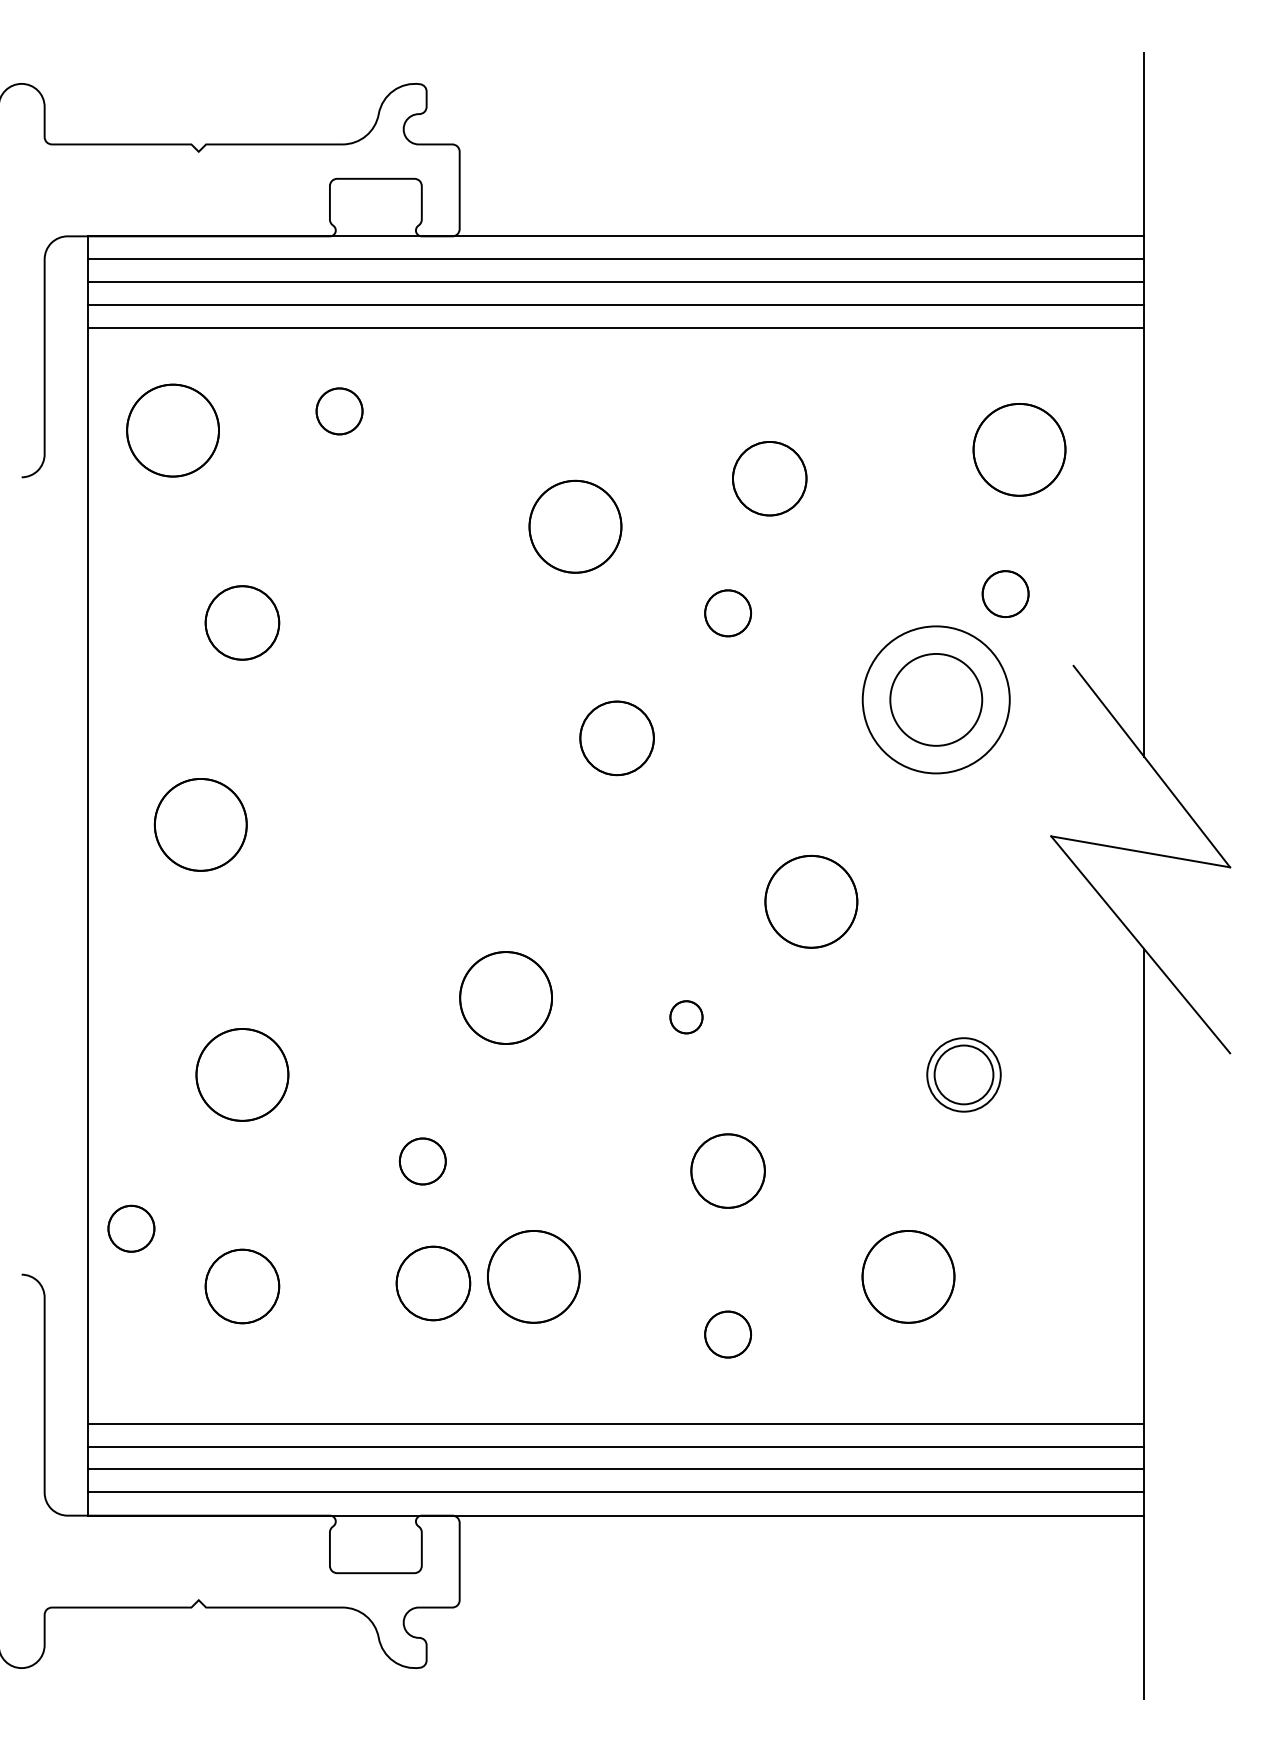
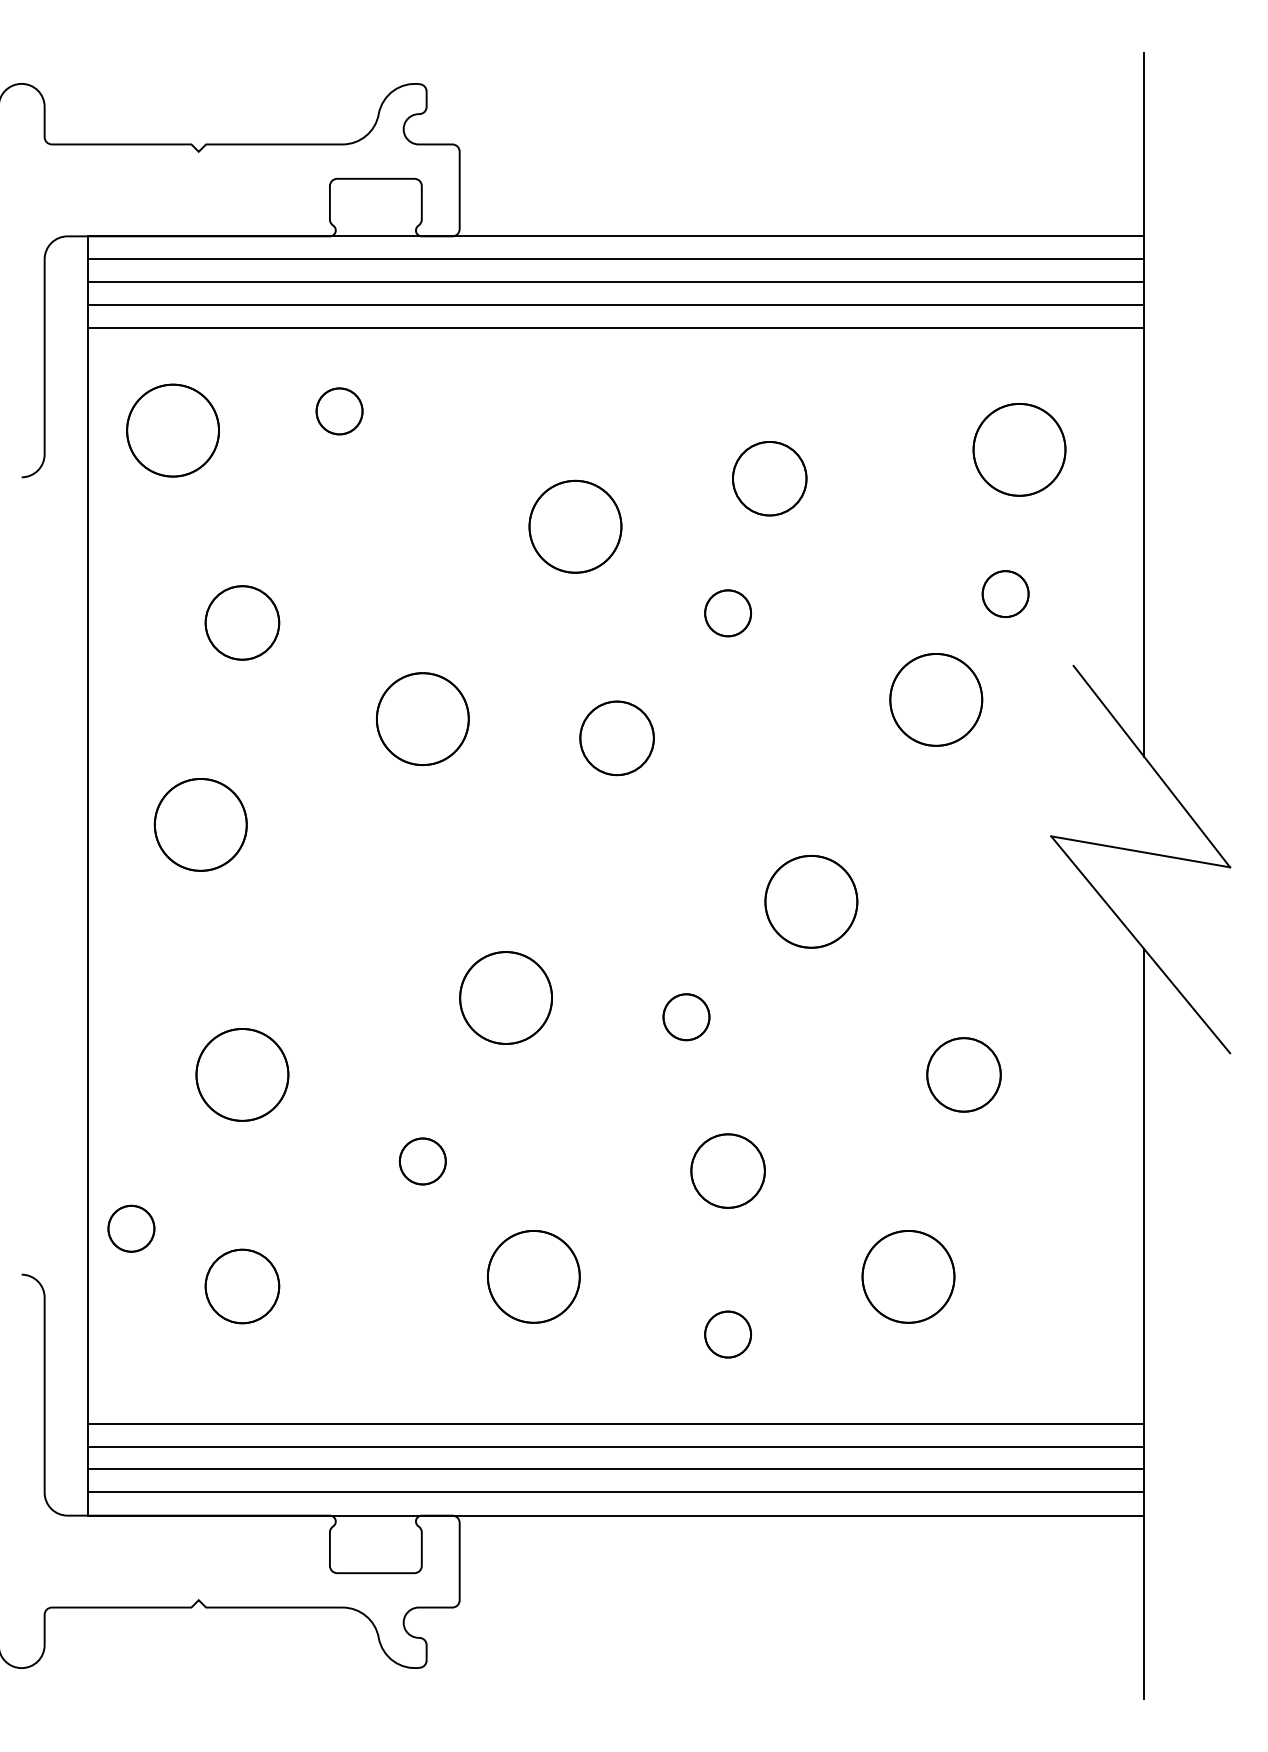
circle at (935, 699) diameter: 147 px -> 92 px
circle at (422, 718): none -> present
part at (686, 1017) size: 35x35 px -> 49x49 px
circle at (963, 1074) diameter: 59 px -> 74 px
part at (433, 1283): present -> none
